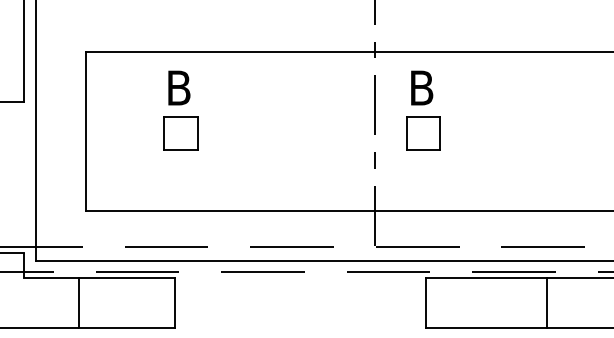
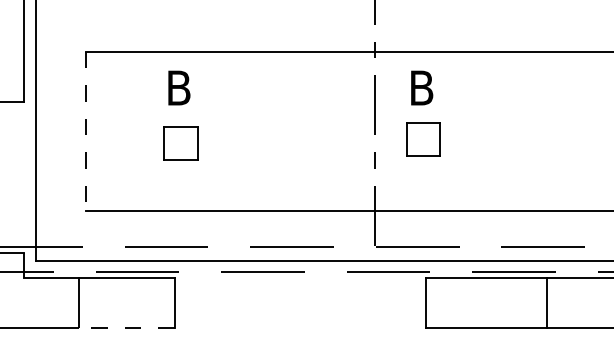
line at (86, 131): solid -> dashed
part at (180, 133) position: (180, 133) -> (180, 143)
part at (423, 133) position: (423, 133) -> (423, 139)
line at (126, 327): solid -> dashed
